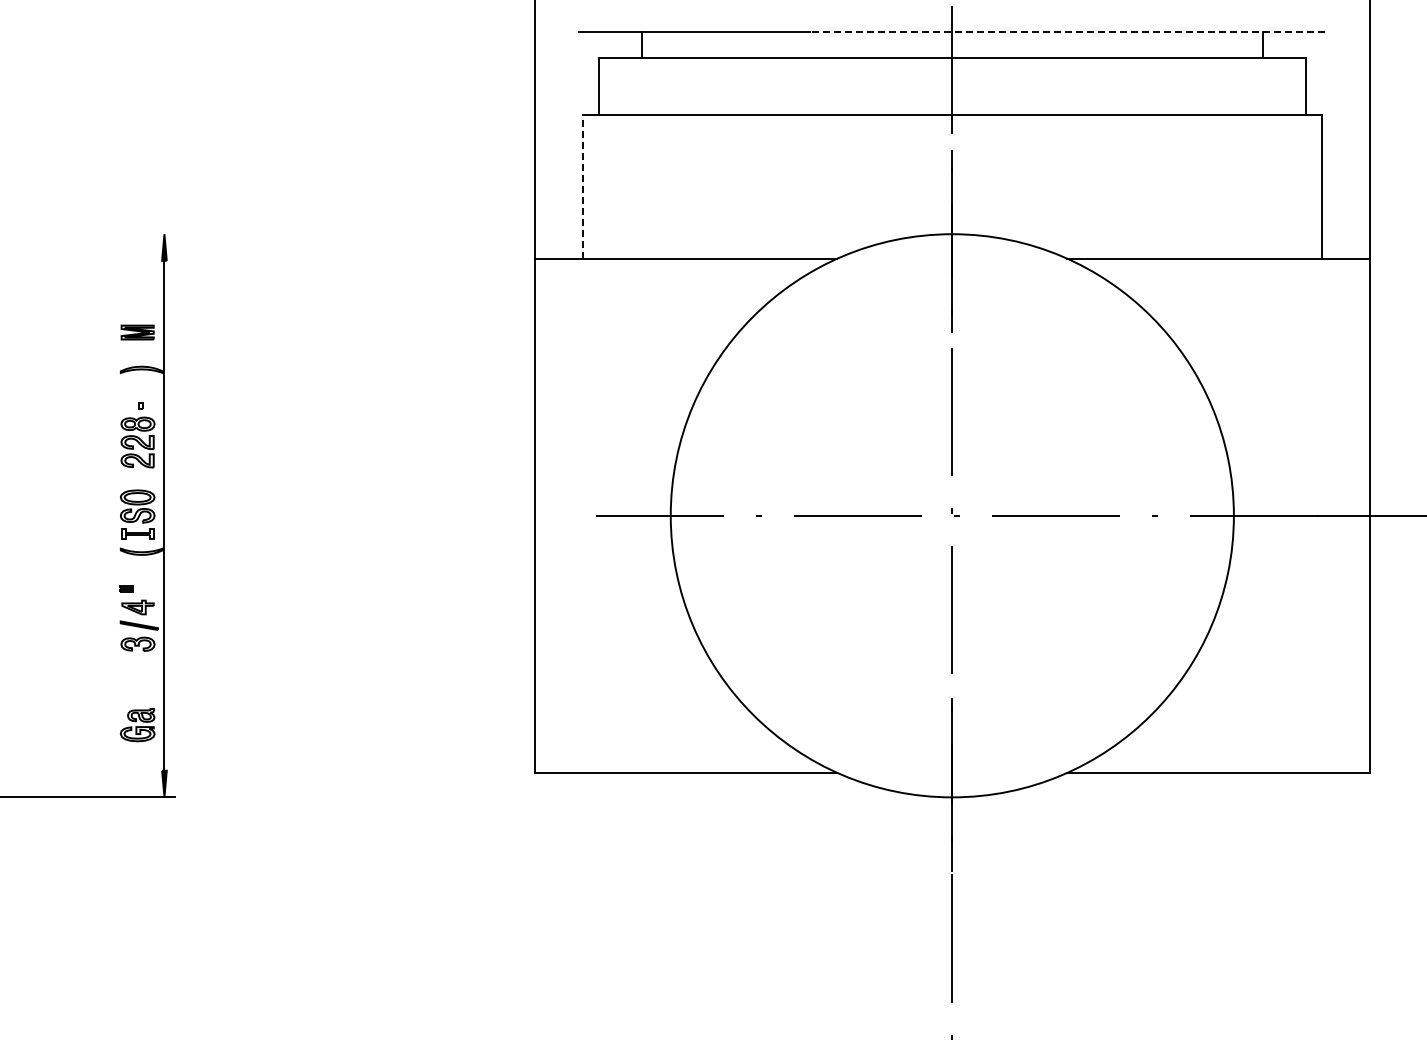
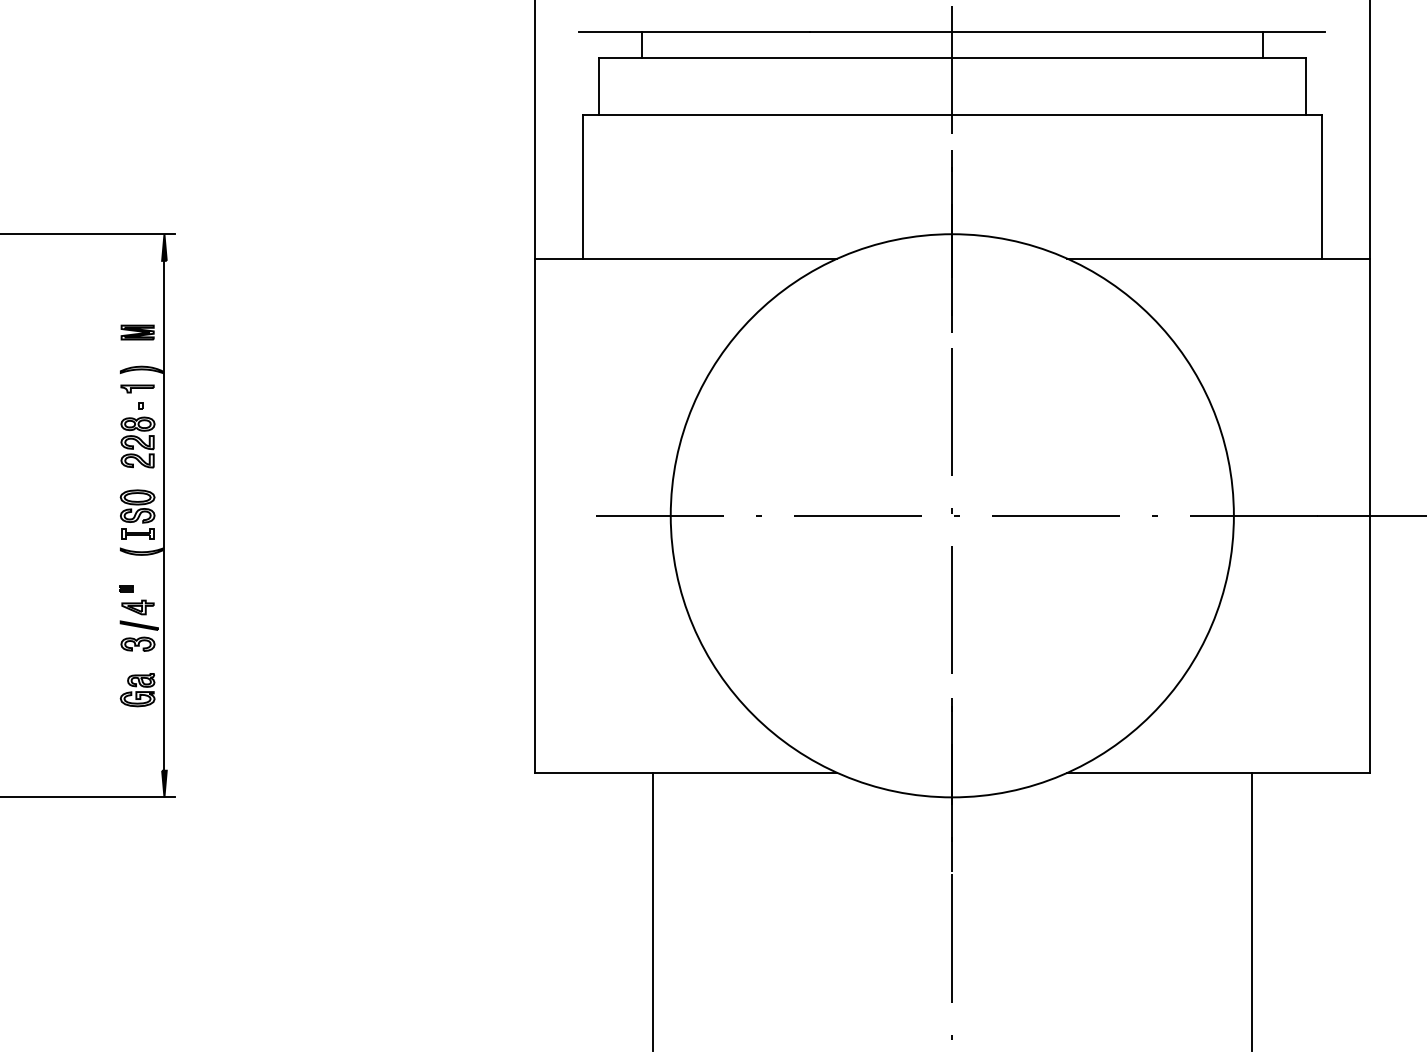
line at (1067, 31): dashed -> solid
line at (582, 187): dashed -> solid
line at (88, 234): none -> present
part at (137, 388): none -> present
part at (137, 725) position: (137, 725) -> (137, 690)
line at (652, 911): none -> present
line at (1252, 911): none -> present
